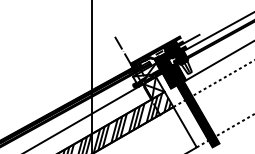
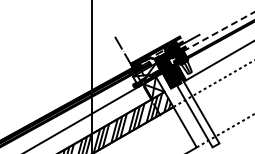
line at (218, 31): solid -> dashed
hatch at (198, 113): present -> none
